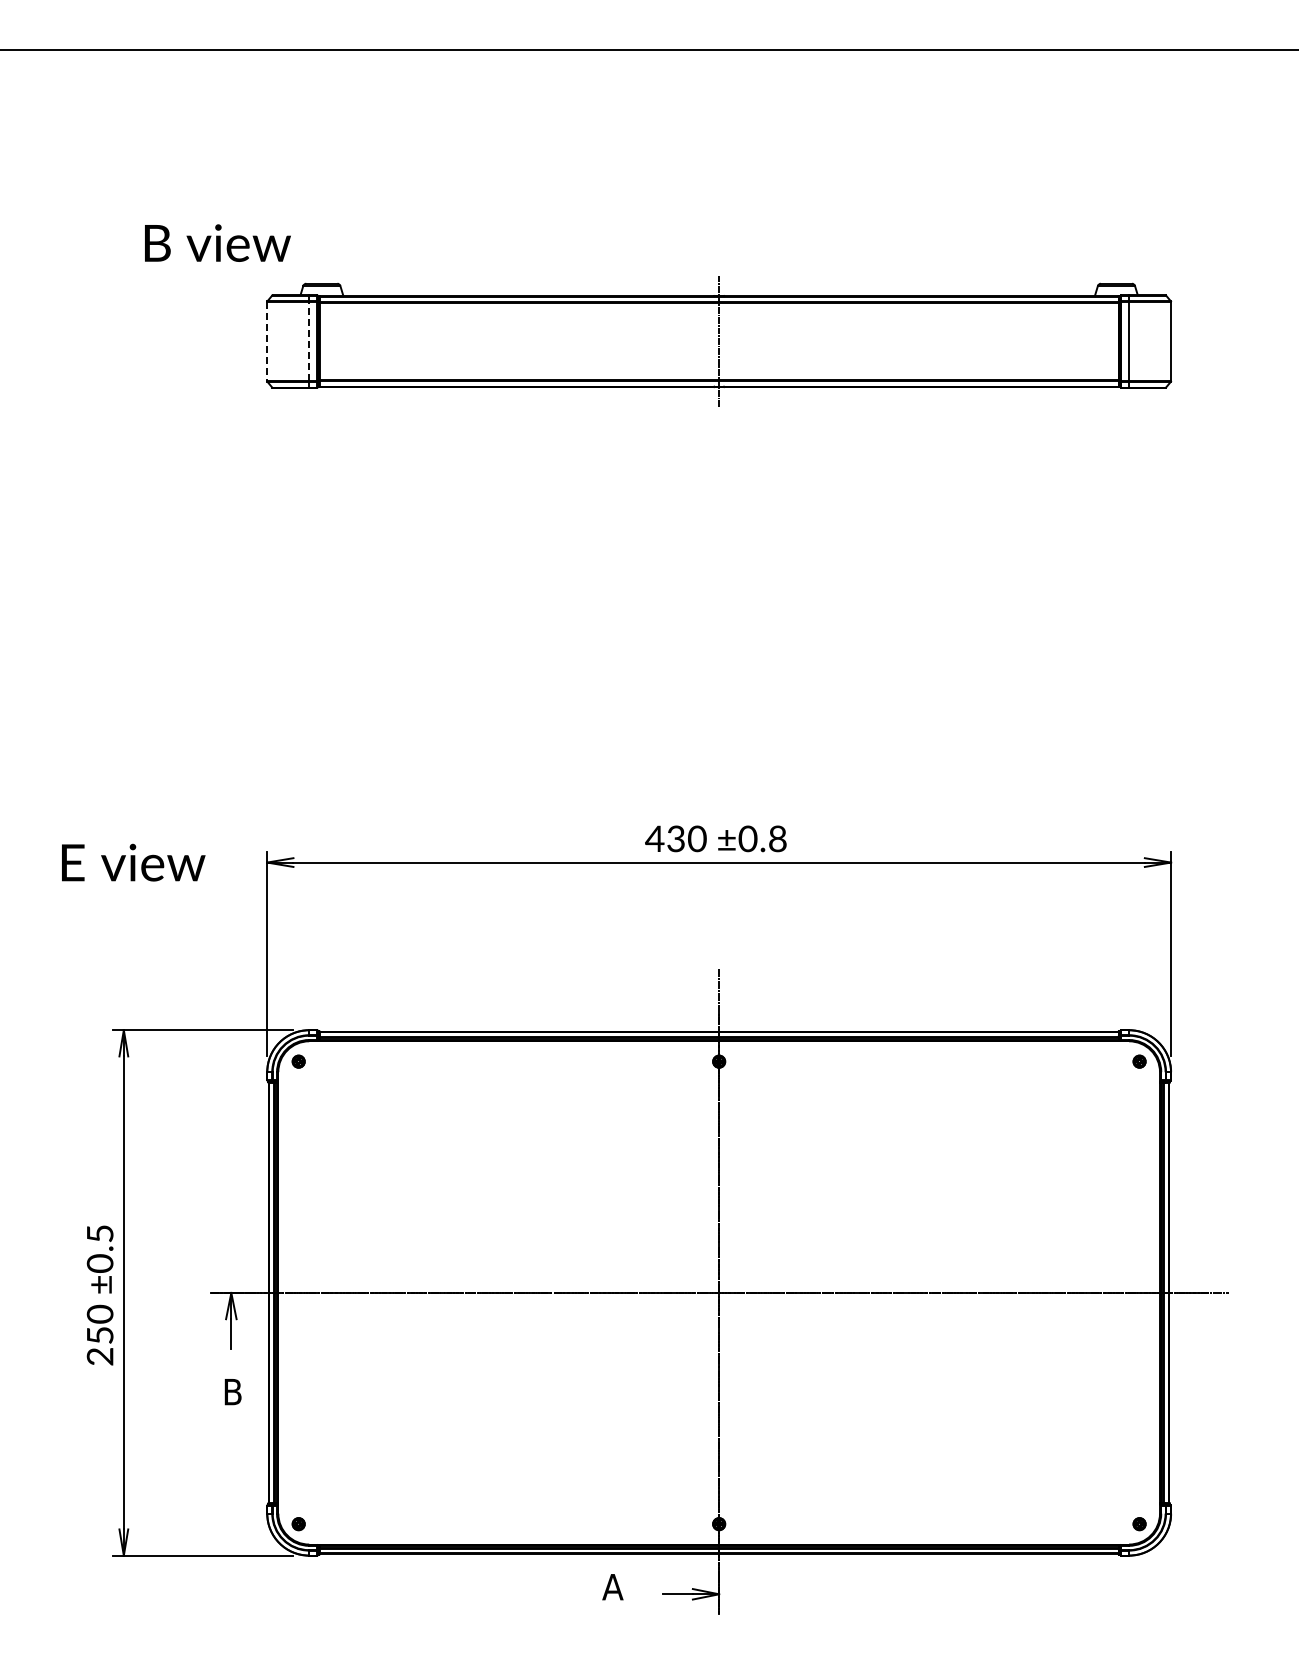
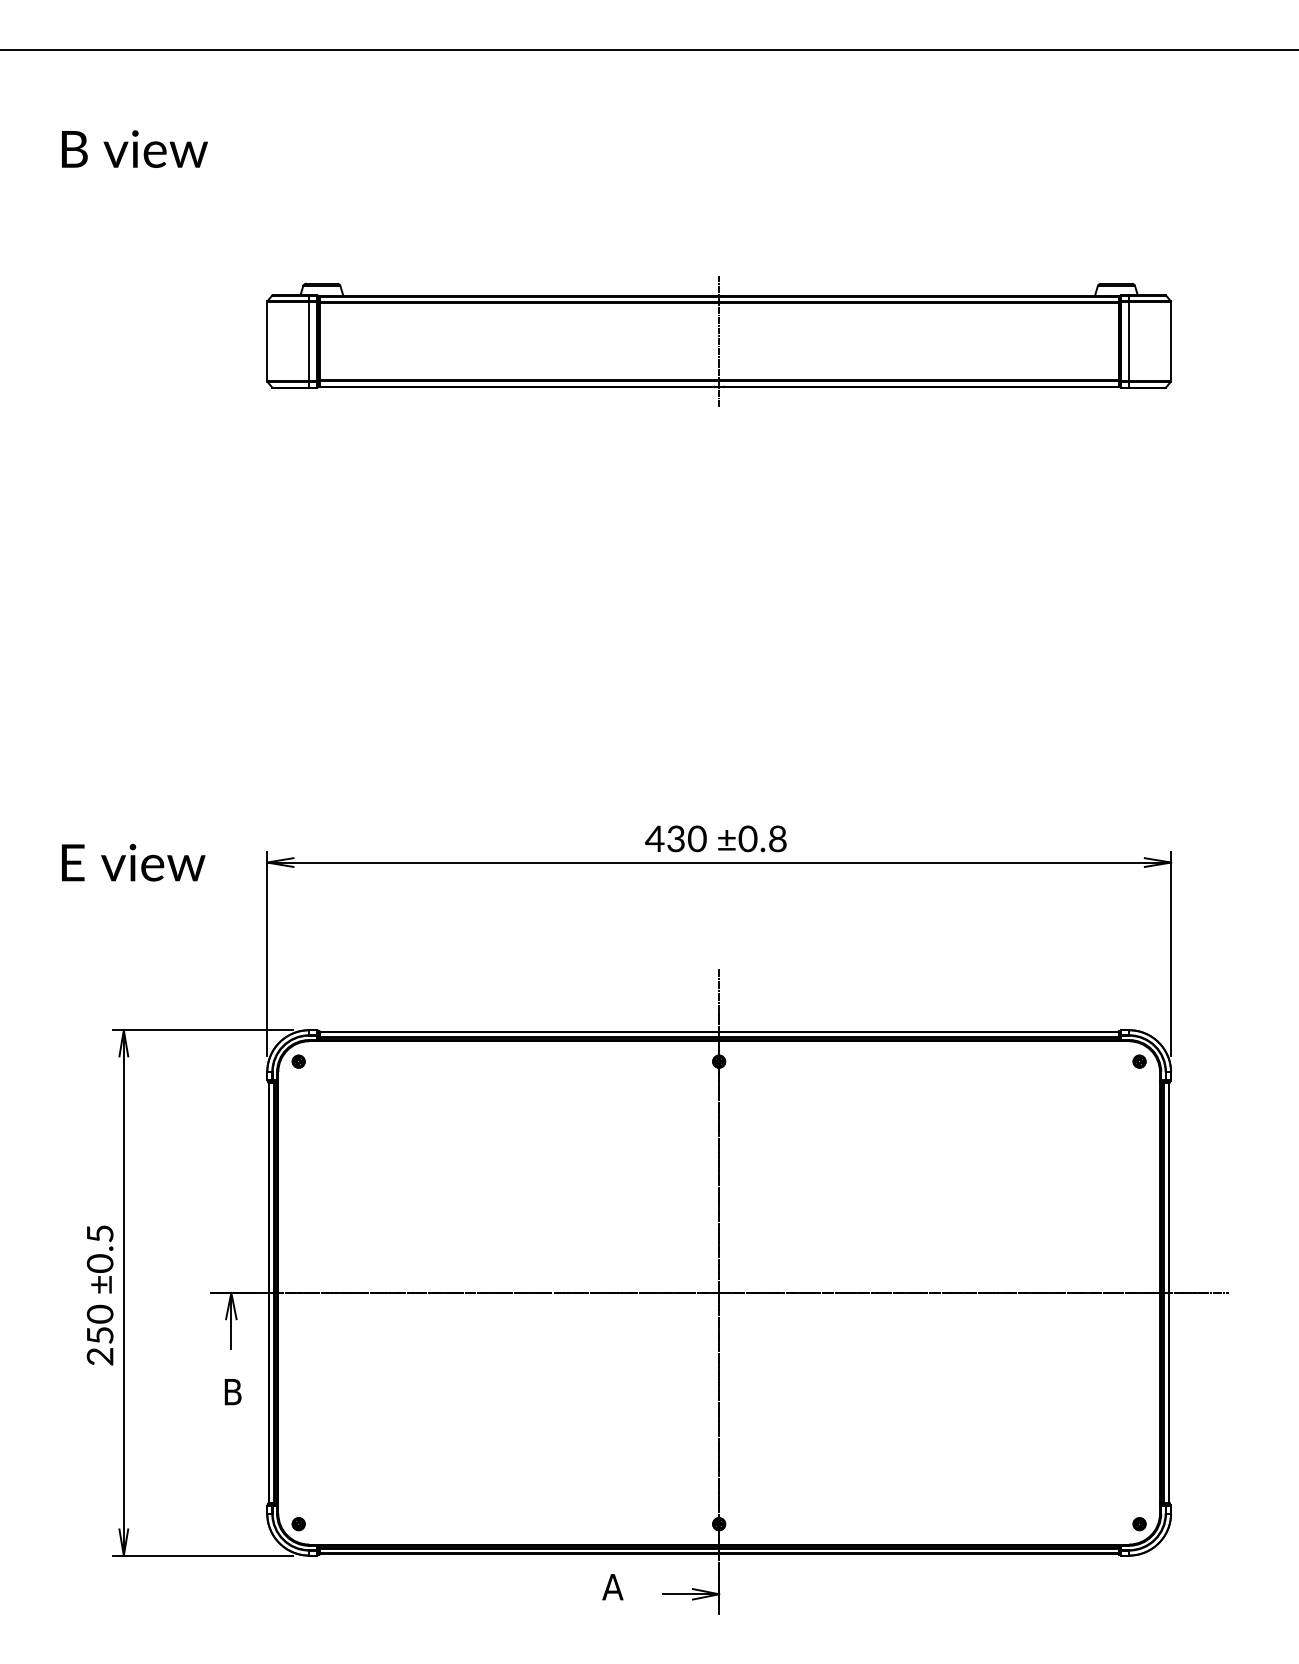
text at (217, 242) position: (217, 242) -> (134, 148)
line at (267, 341): dashed -> solid
line at (309, 341): dashed -> solid
